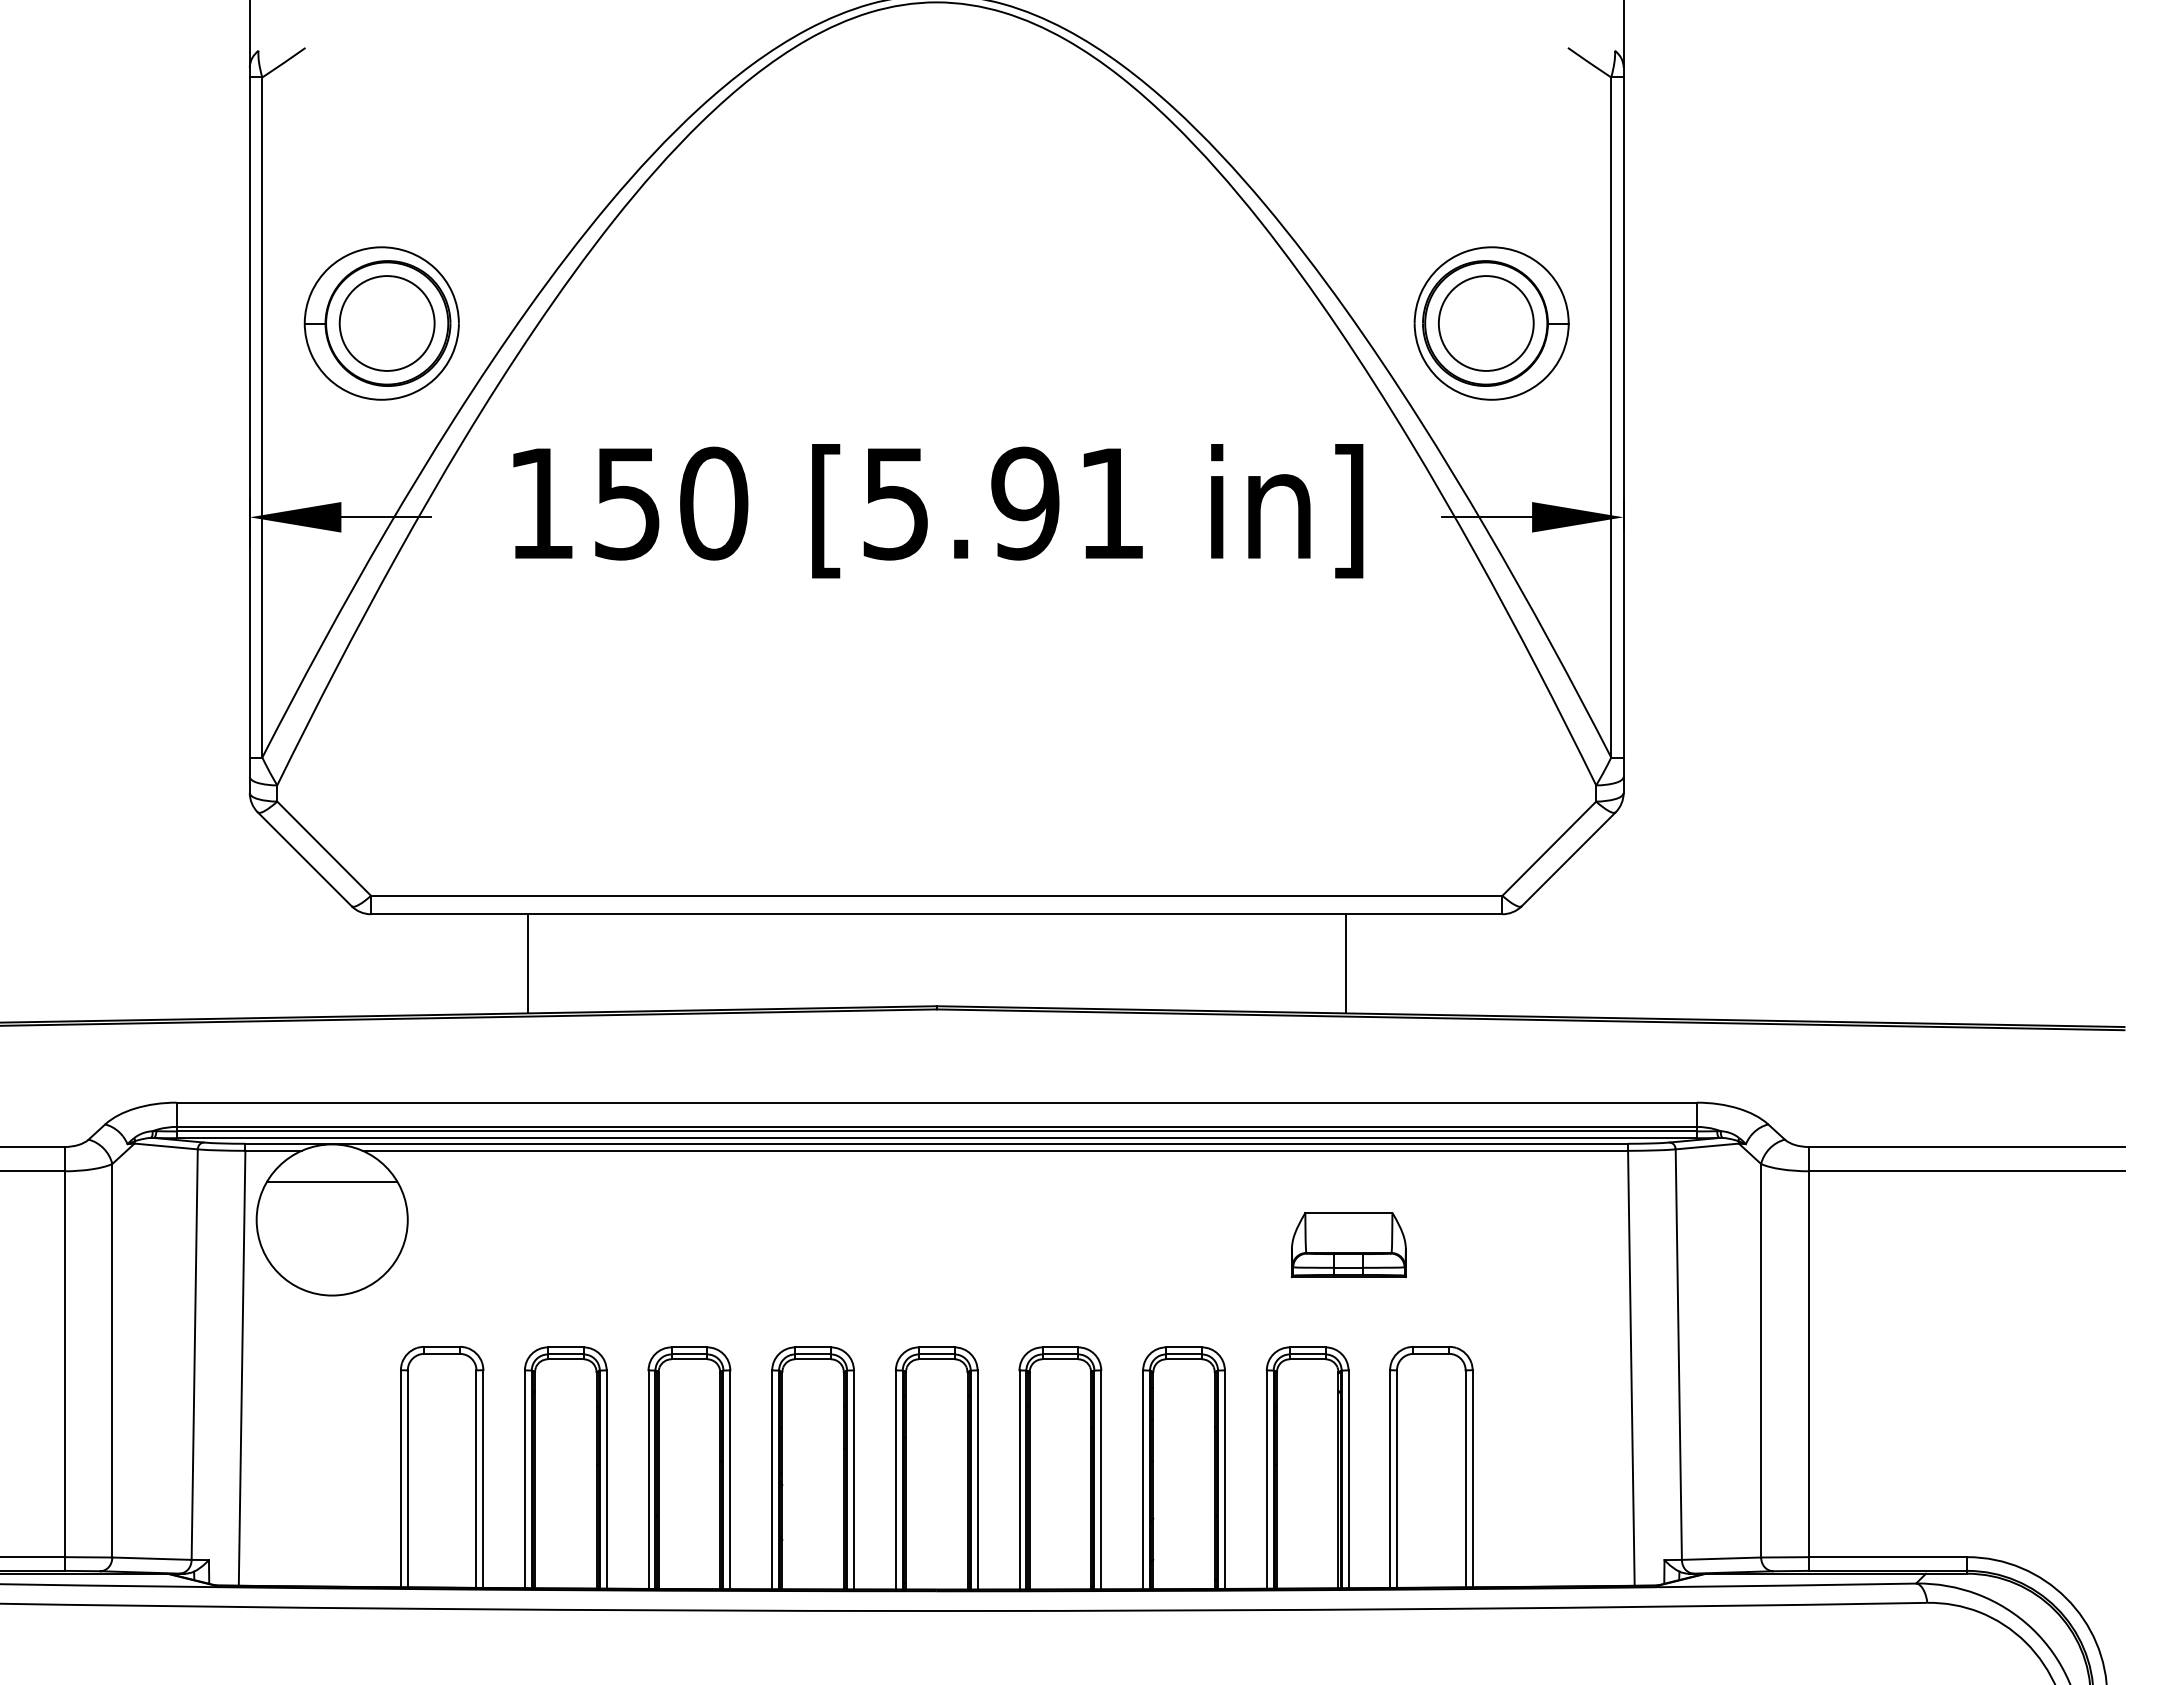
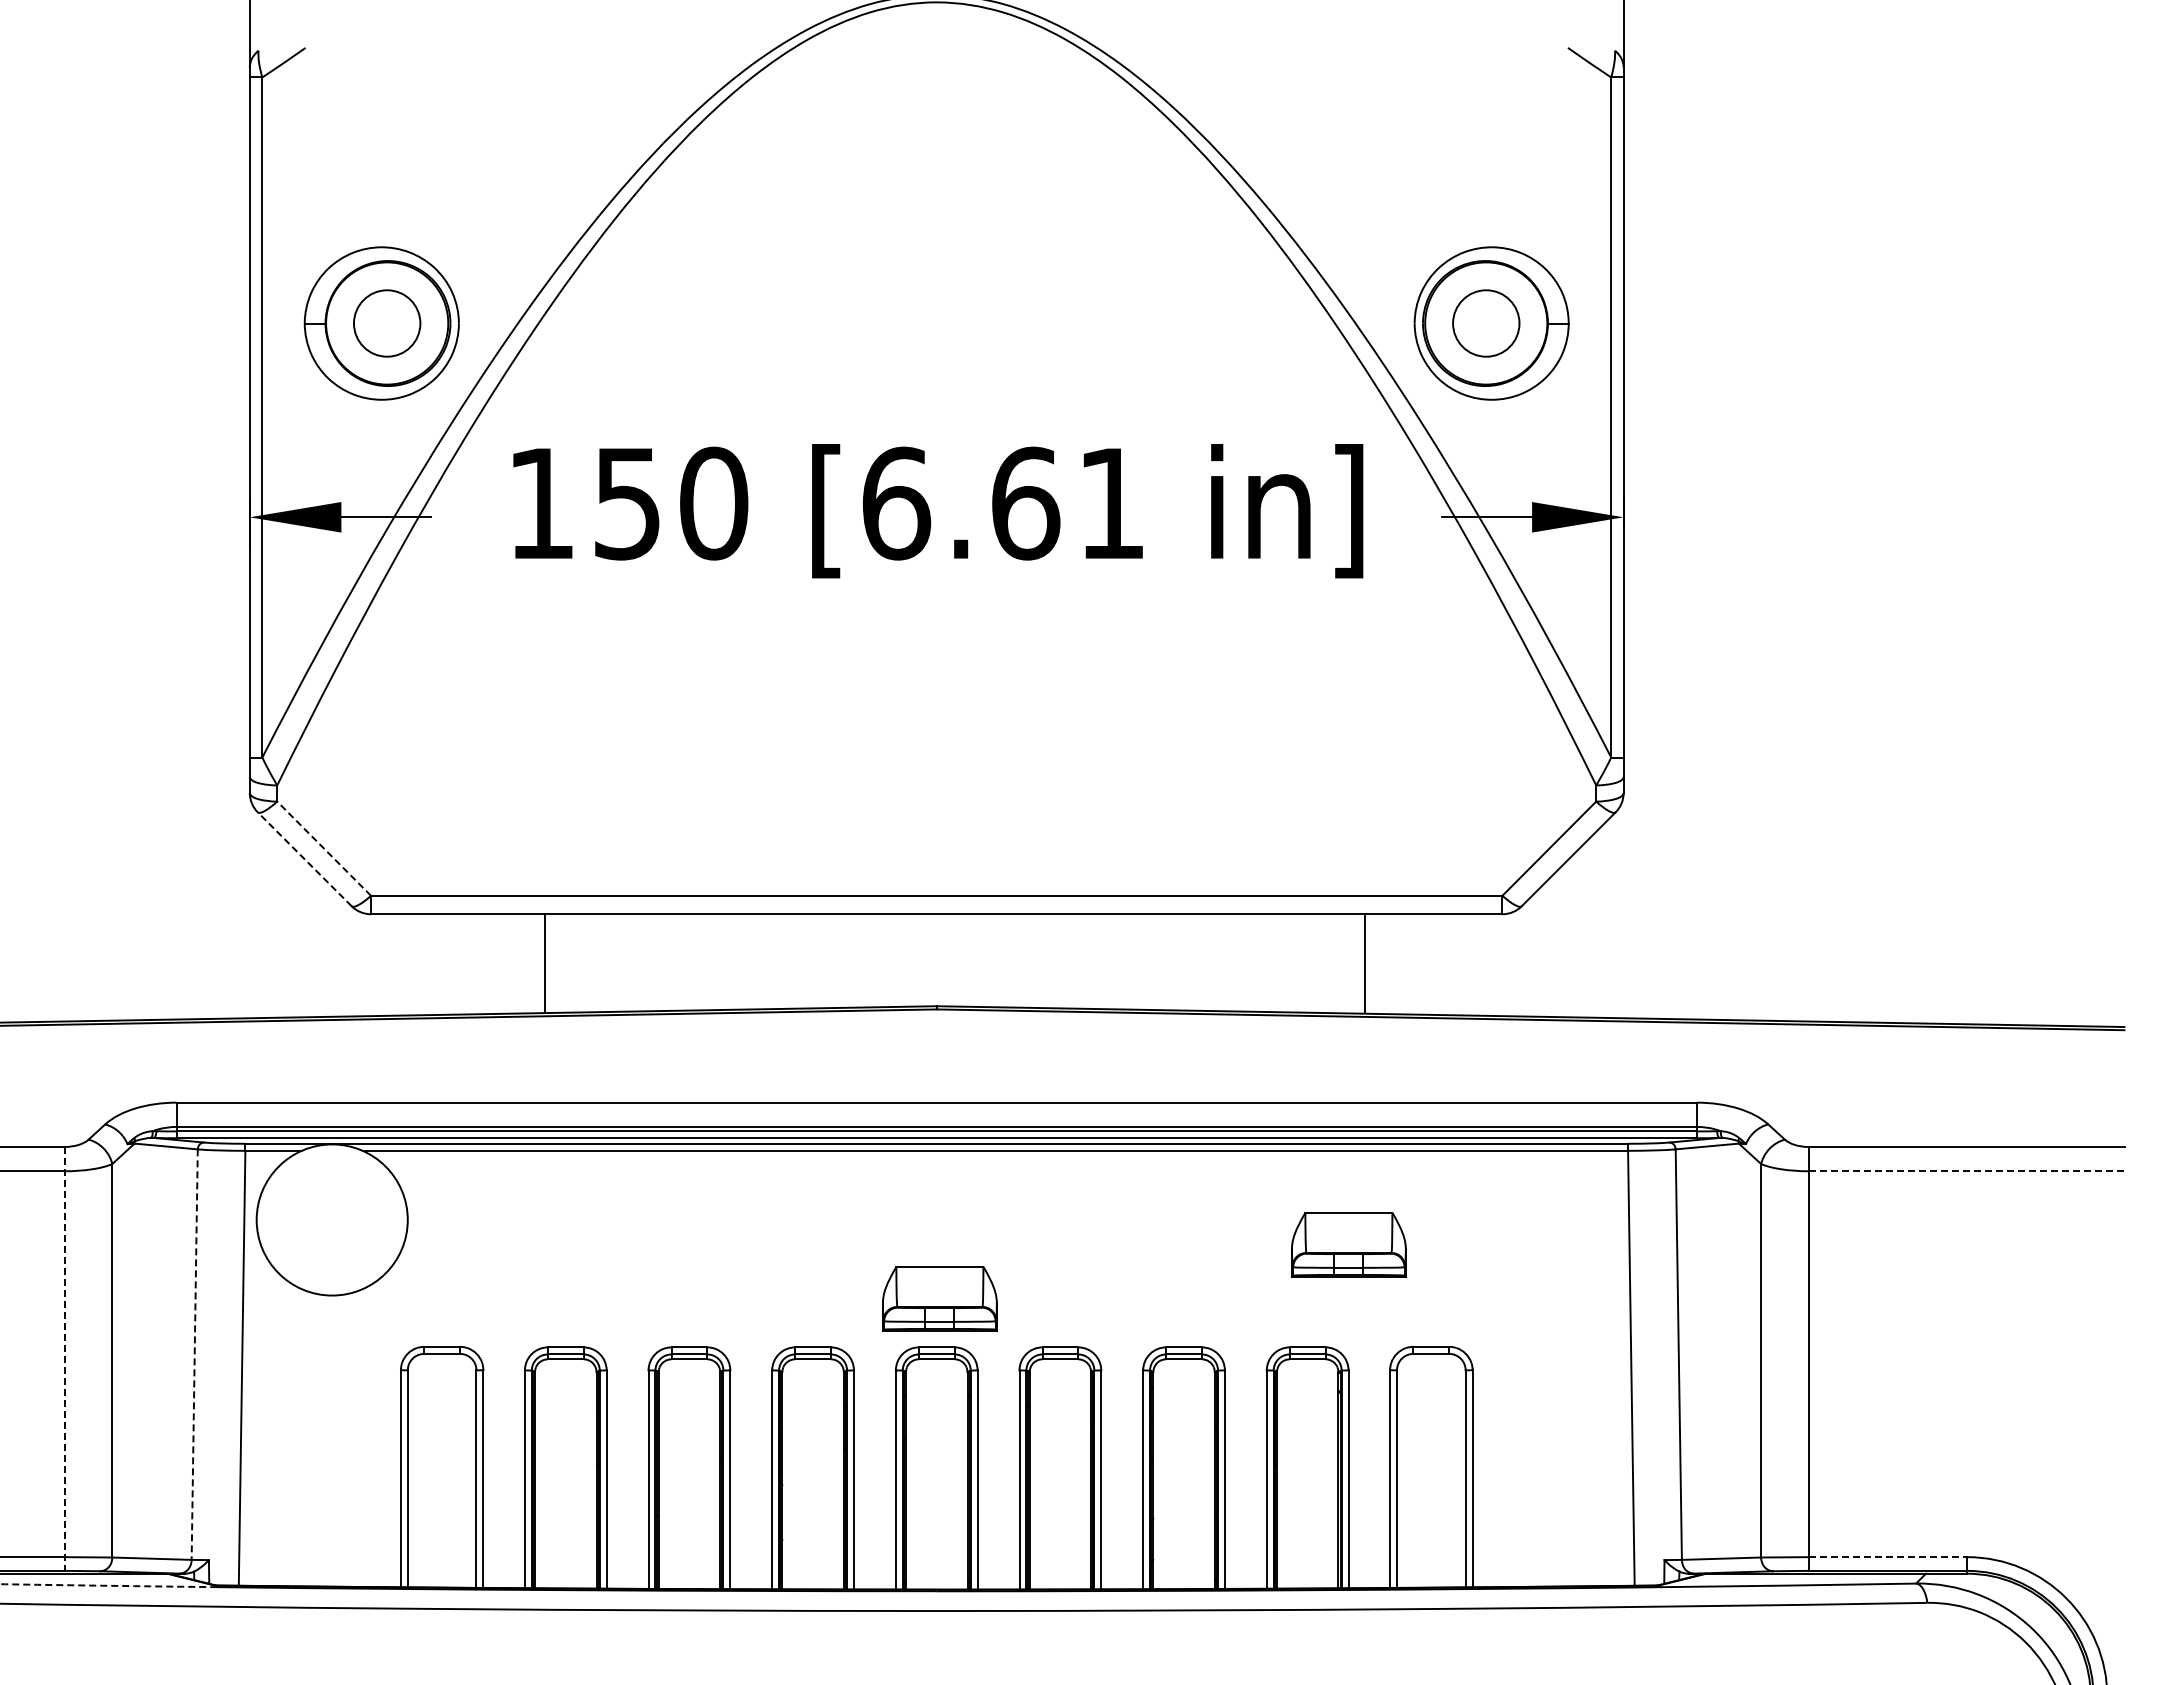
circle at (386, 323) diameter: 95 px -> 66 px
circle at (1485, 323) diameter: 95 px -> 66 px
text at (961, 503): [5.91 -> [6.61
line at (323, 848): solid -> dashed
line at (304, 858): solid -> dashed
line at (528, 963) position: (528, 963) -> (545, 963)
line at (1345, 963) position: (1345, 963) -> (1364, 963)
line at (1966, 1171): solid -> dashed
line at (332, 1182): present -> none
part at (939, 1298): none -> present
line at (194, 1355): solid -> dashed
line at (64, 1358): solid -> dashed
line at (1888, 1557): solid -> dashed
arc at (107, 1585): solid -> dashed
